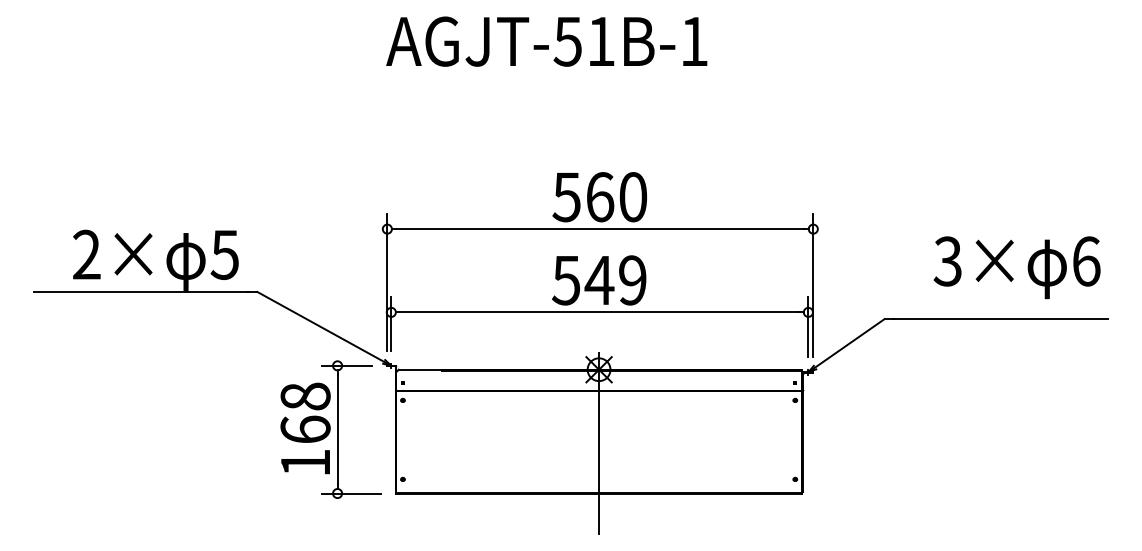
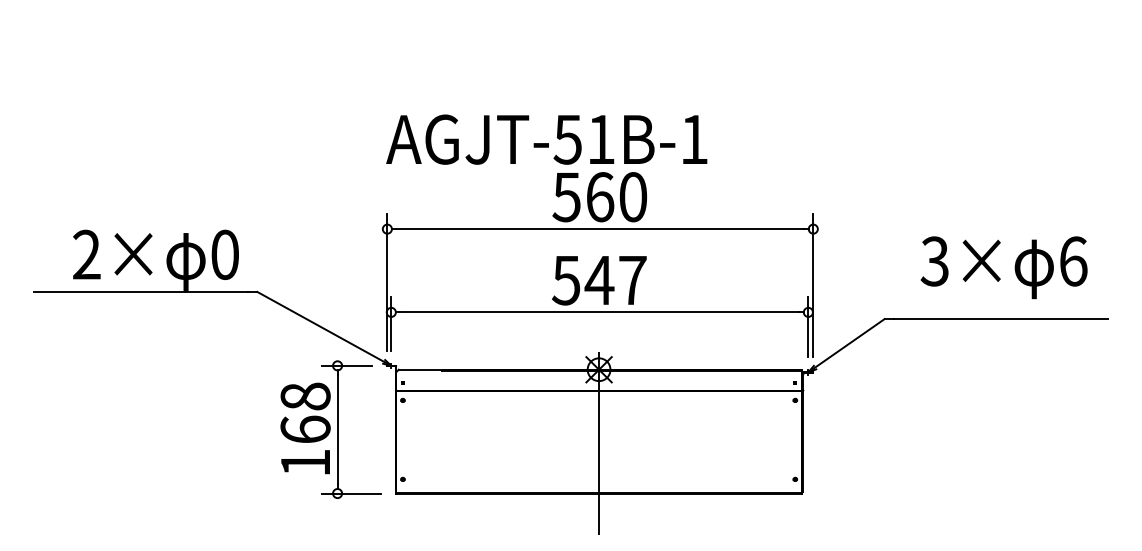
text at (546, 41) position: (546, 41) -> (546, 139)
text at (224, 254): 5 -> 0
text at (1016, 267) position: (1016, 267) -> (1003, 267)
text at (632, 280): 549 -> 547
